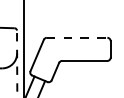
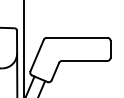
line at (77, 37): dashed -> solid
line at (17, 63): dashed -> solid
